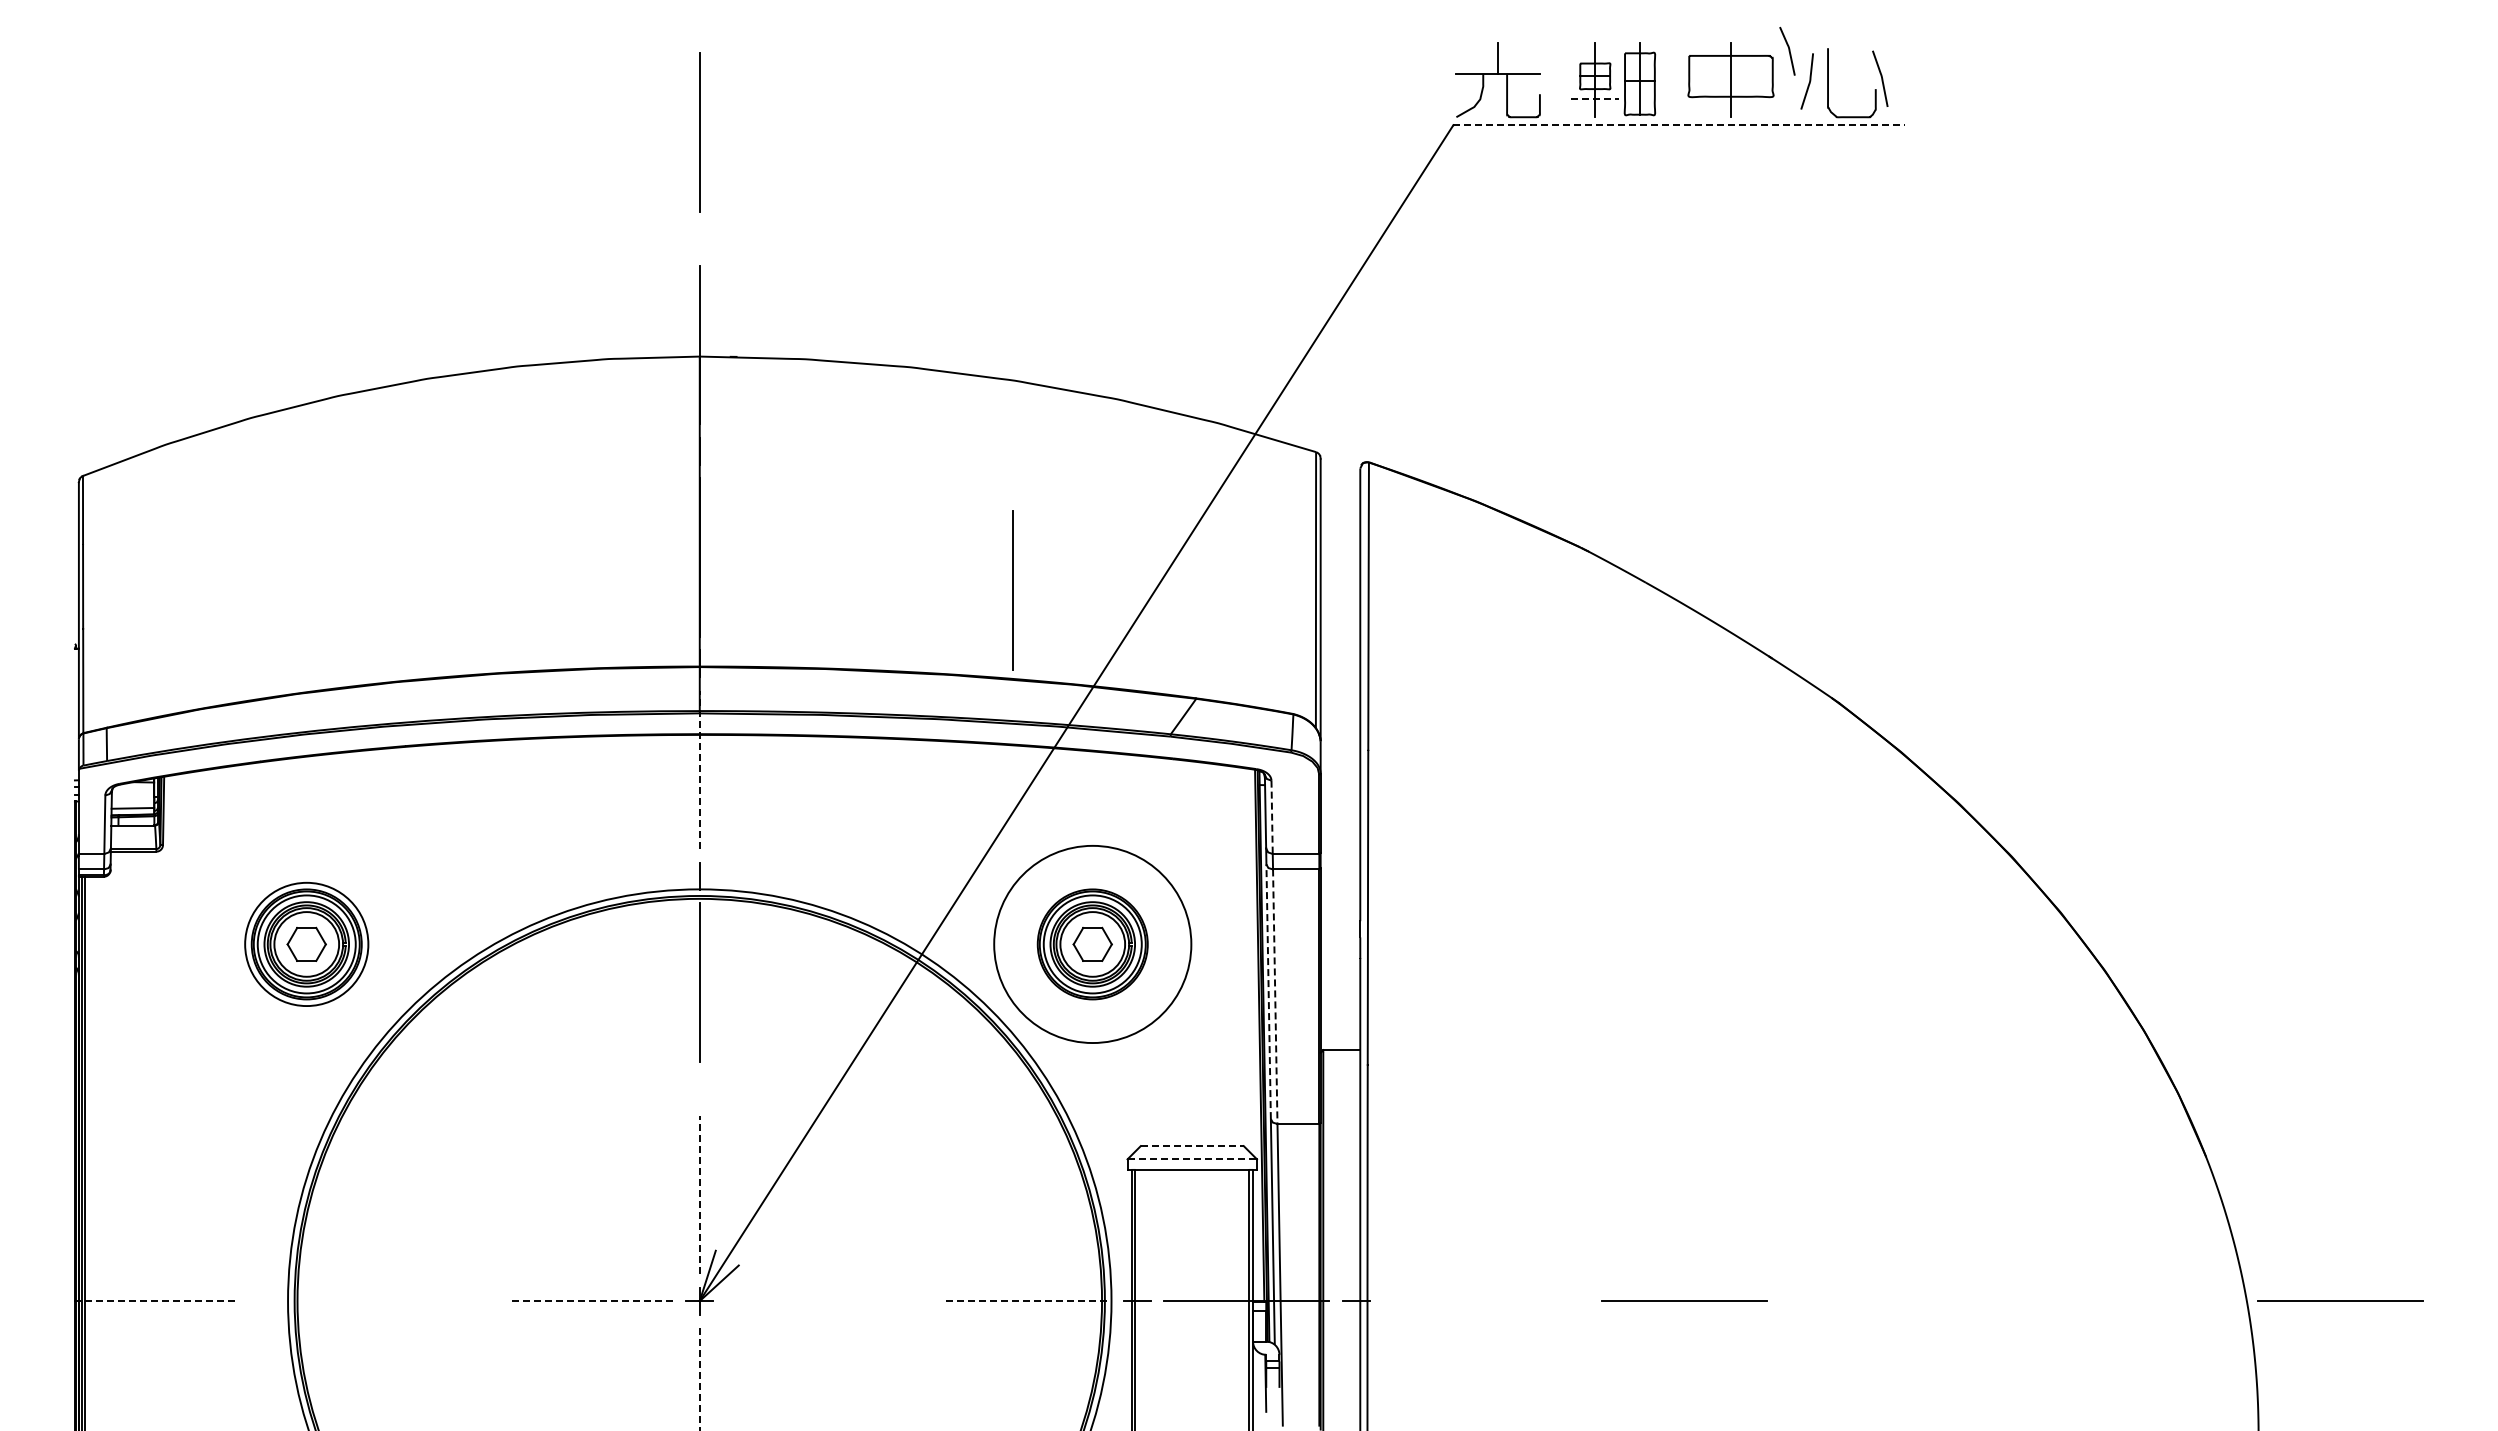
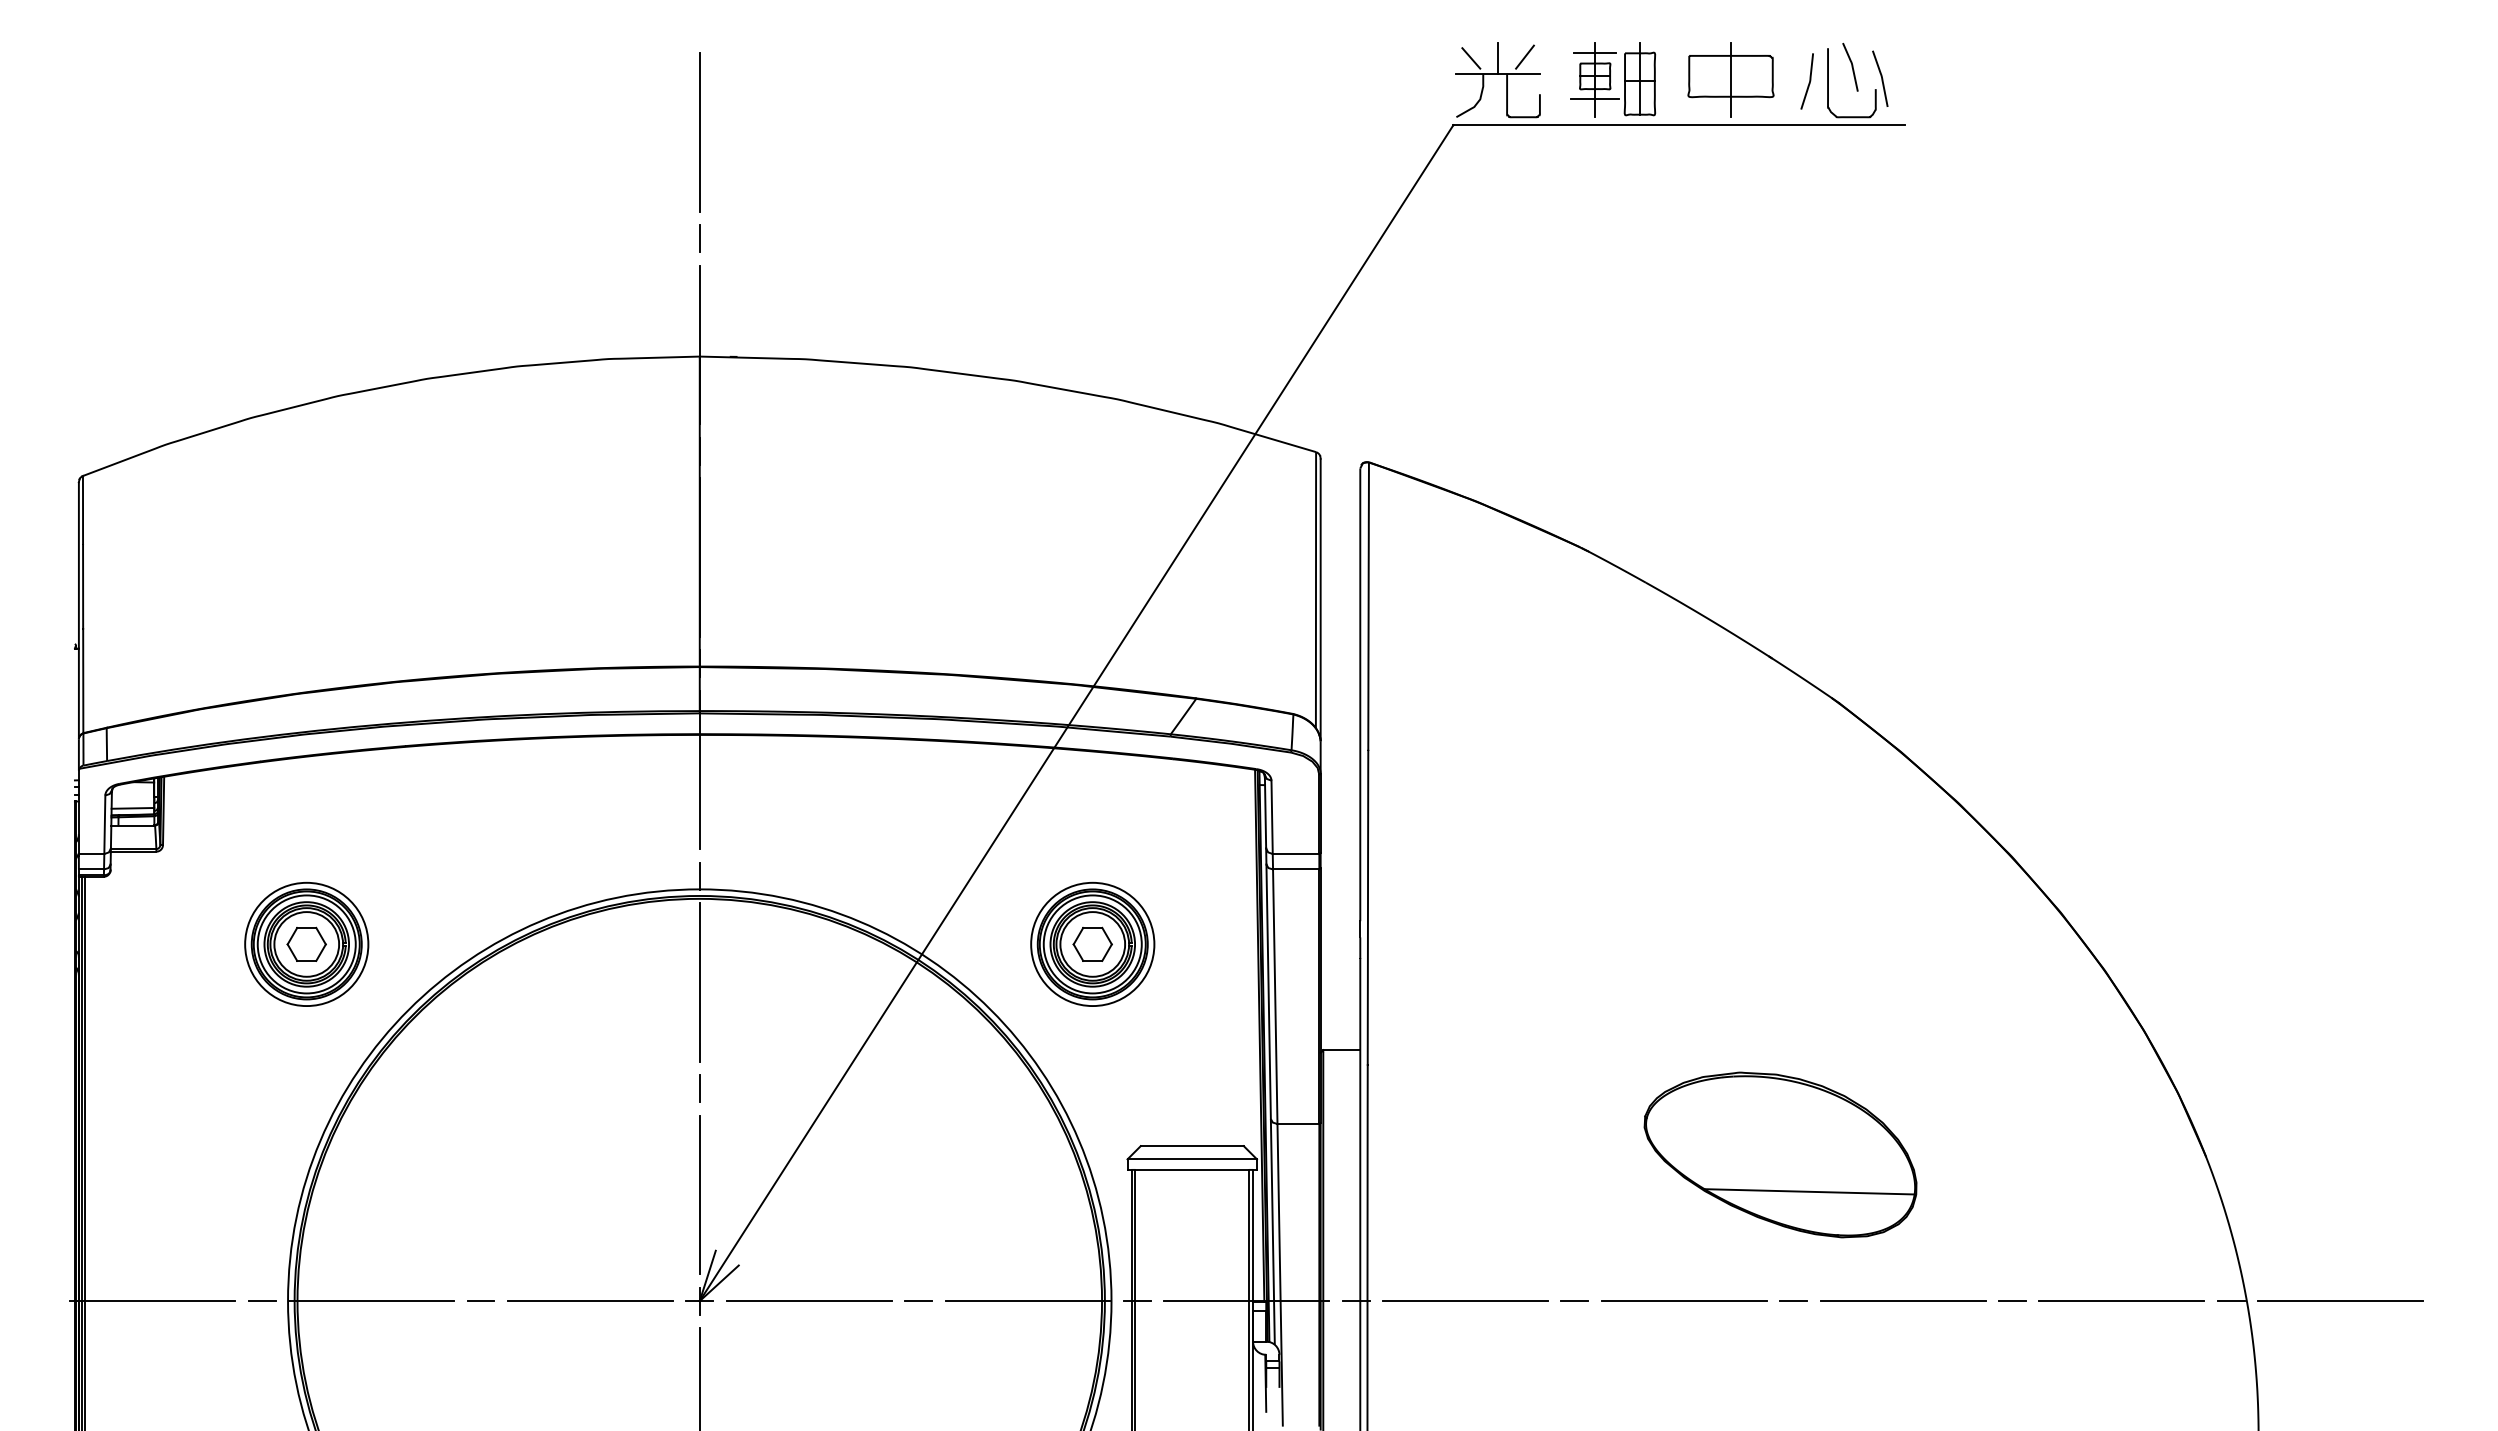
curve at (1788, 51) position: (1788, 51) -> (1851, 67)
line at (1595, 53): none -> present
line at (1524, 56): none -> present
line at (1471, 58): none -> present
line at (1595, 99): dashed -> solid
line at (1679, 125): dashed -> solid
line at (699, 238): none -> present
line at (1012, 590): present -> none
line at (699, 769): dashed -> solid
line at (1272, 817): dashed -> solid
circle at (1092, 944) diameter: 197 px -> 123 px
line at (1268, 991): dashed -> solid
line at (1275, 997): dashed -> solid
line at (699, 1088): none -> present
line at (1192, 1146): dashed -> solid
part at (1780, 1154): none -> present
line at (1192, 1159): dashed -> solid
line at (699, 1194): dashed -> solid
line at (1903, 1300): none -> present
line at (152, 1301): dashed -> solid
line at (261, 1301): none -> present
line at (371, 1301): none -> present
line at (480, 1301): none -> present
line at (589, 1301): dashed -> solid
line at (808, 1301): none -> present
line at (918, 1301): none -> present
line at (1028, 1301): dashed -> solid
line at (1465, 1301): none -> present
line at (1574, 1301): none -> present
line at (1793, 1301): none -> present
line at (2011, 1301): none -> present
line at (2121, 1301): none -> present
line at (2230, 1301): none -> present
line at (699, 1379): dashed -> solid
